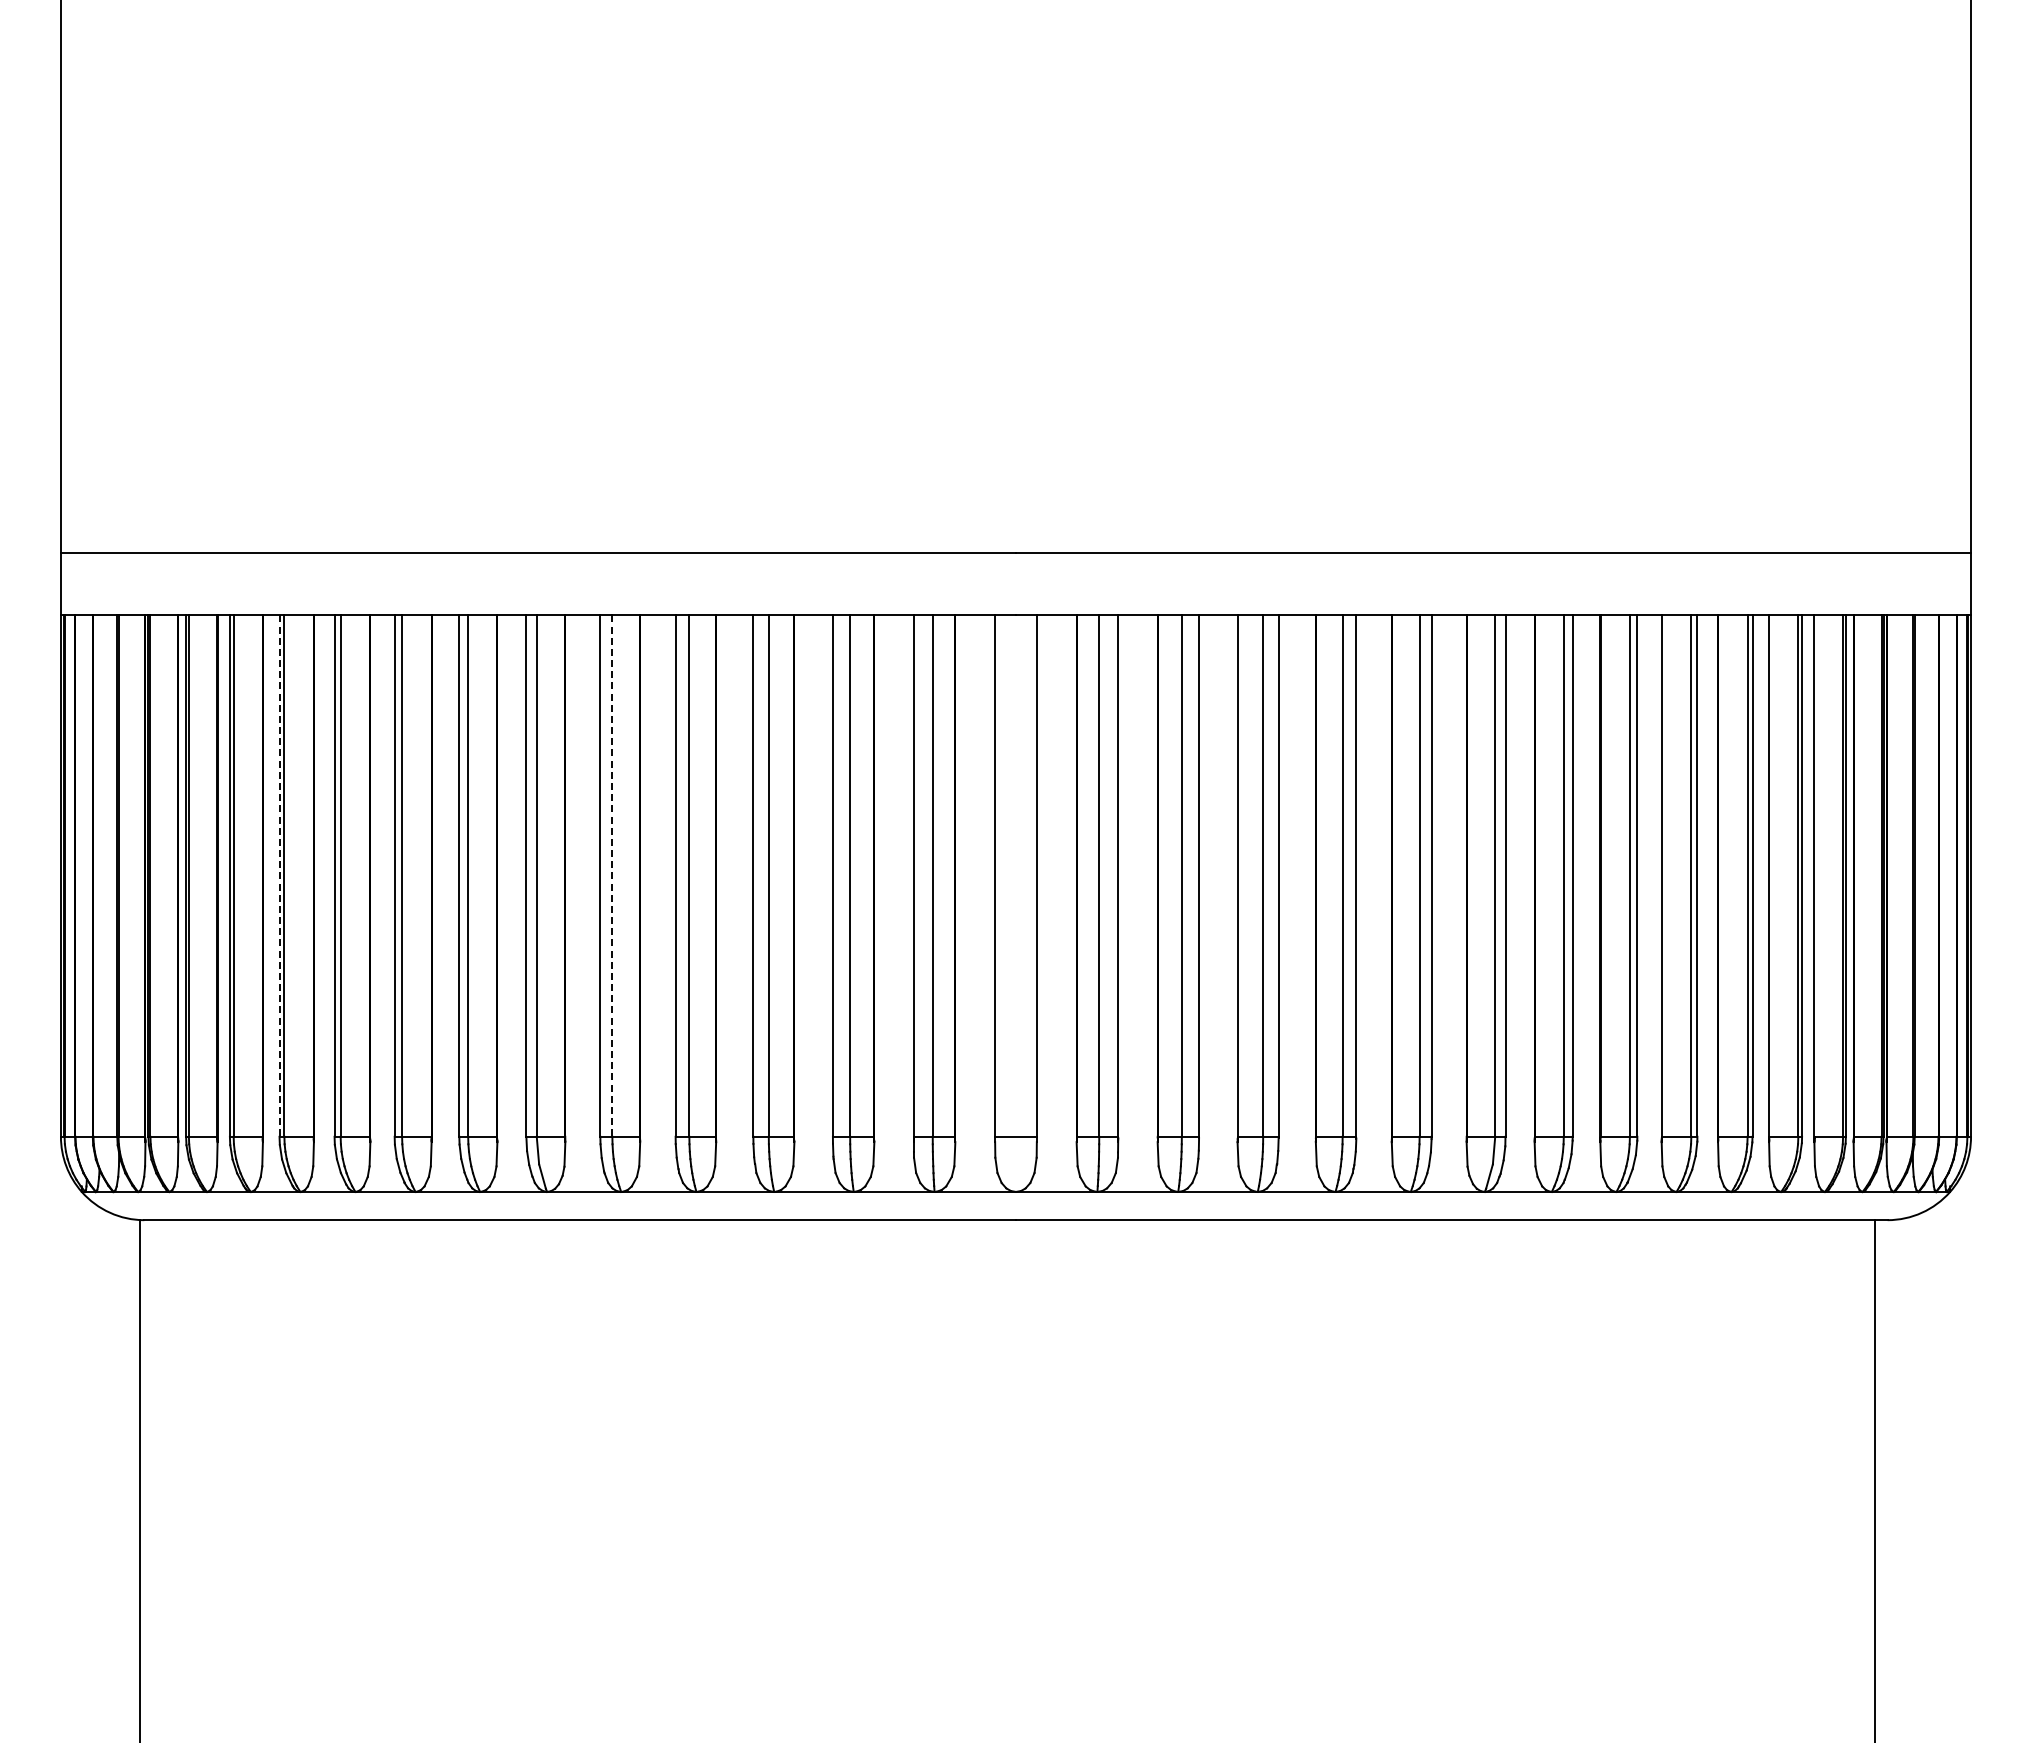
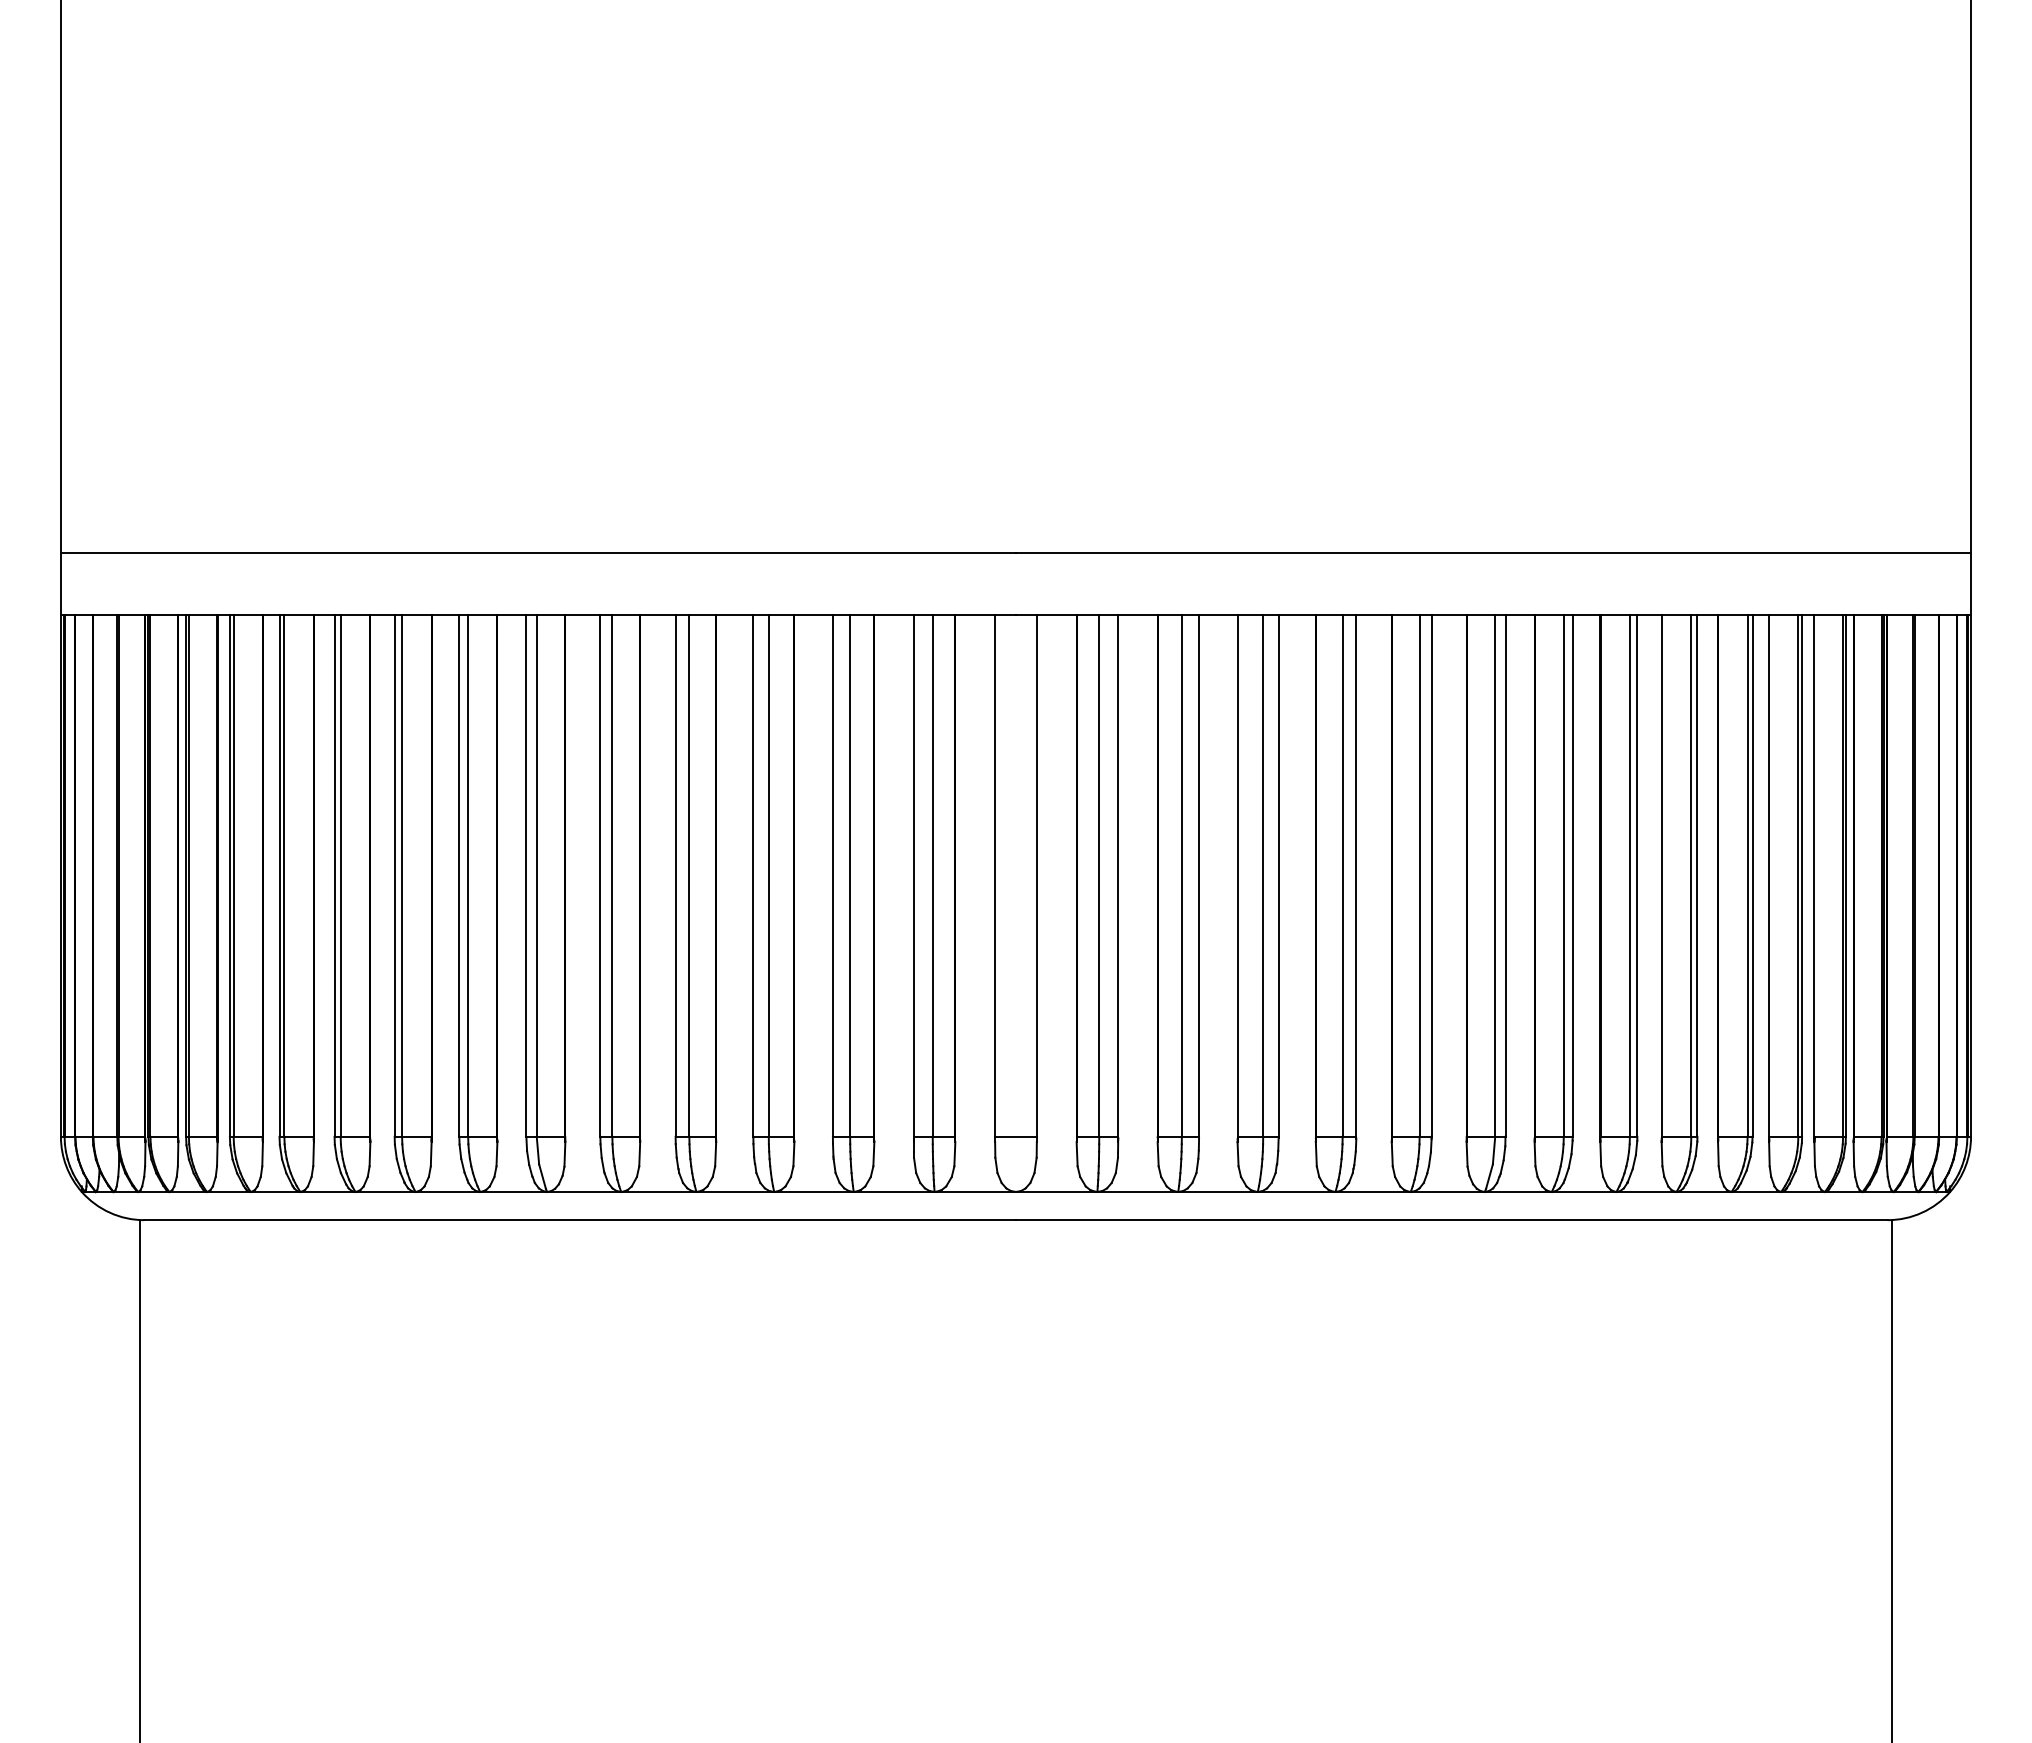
line at (279, 876): dashed -> solid
line at (612, 876): dashed -> solid
line at (1874, 1479) position: (1874, 1479) -> (1891, 1479)
